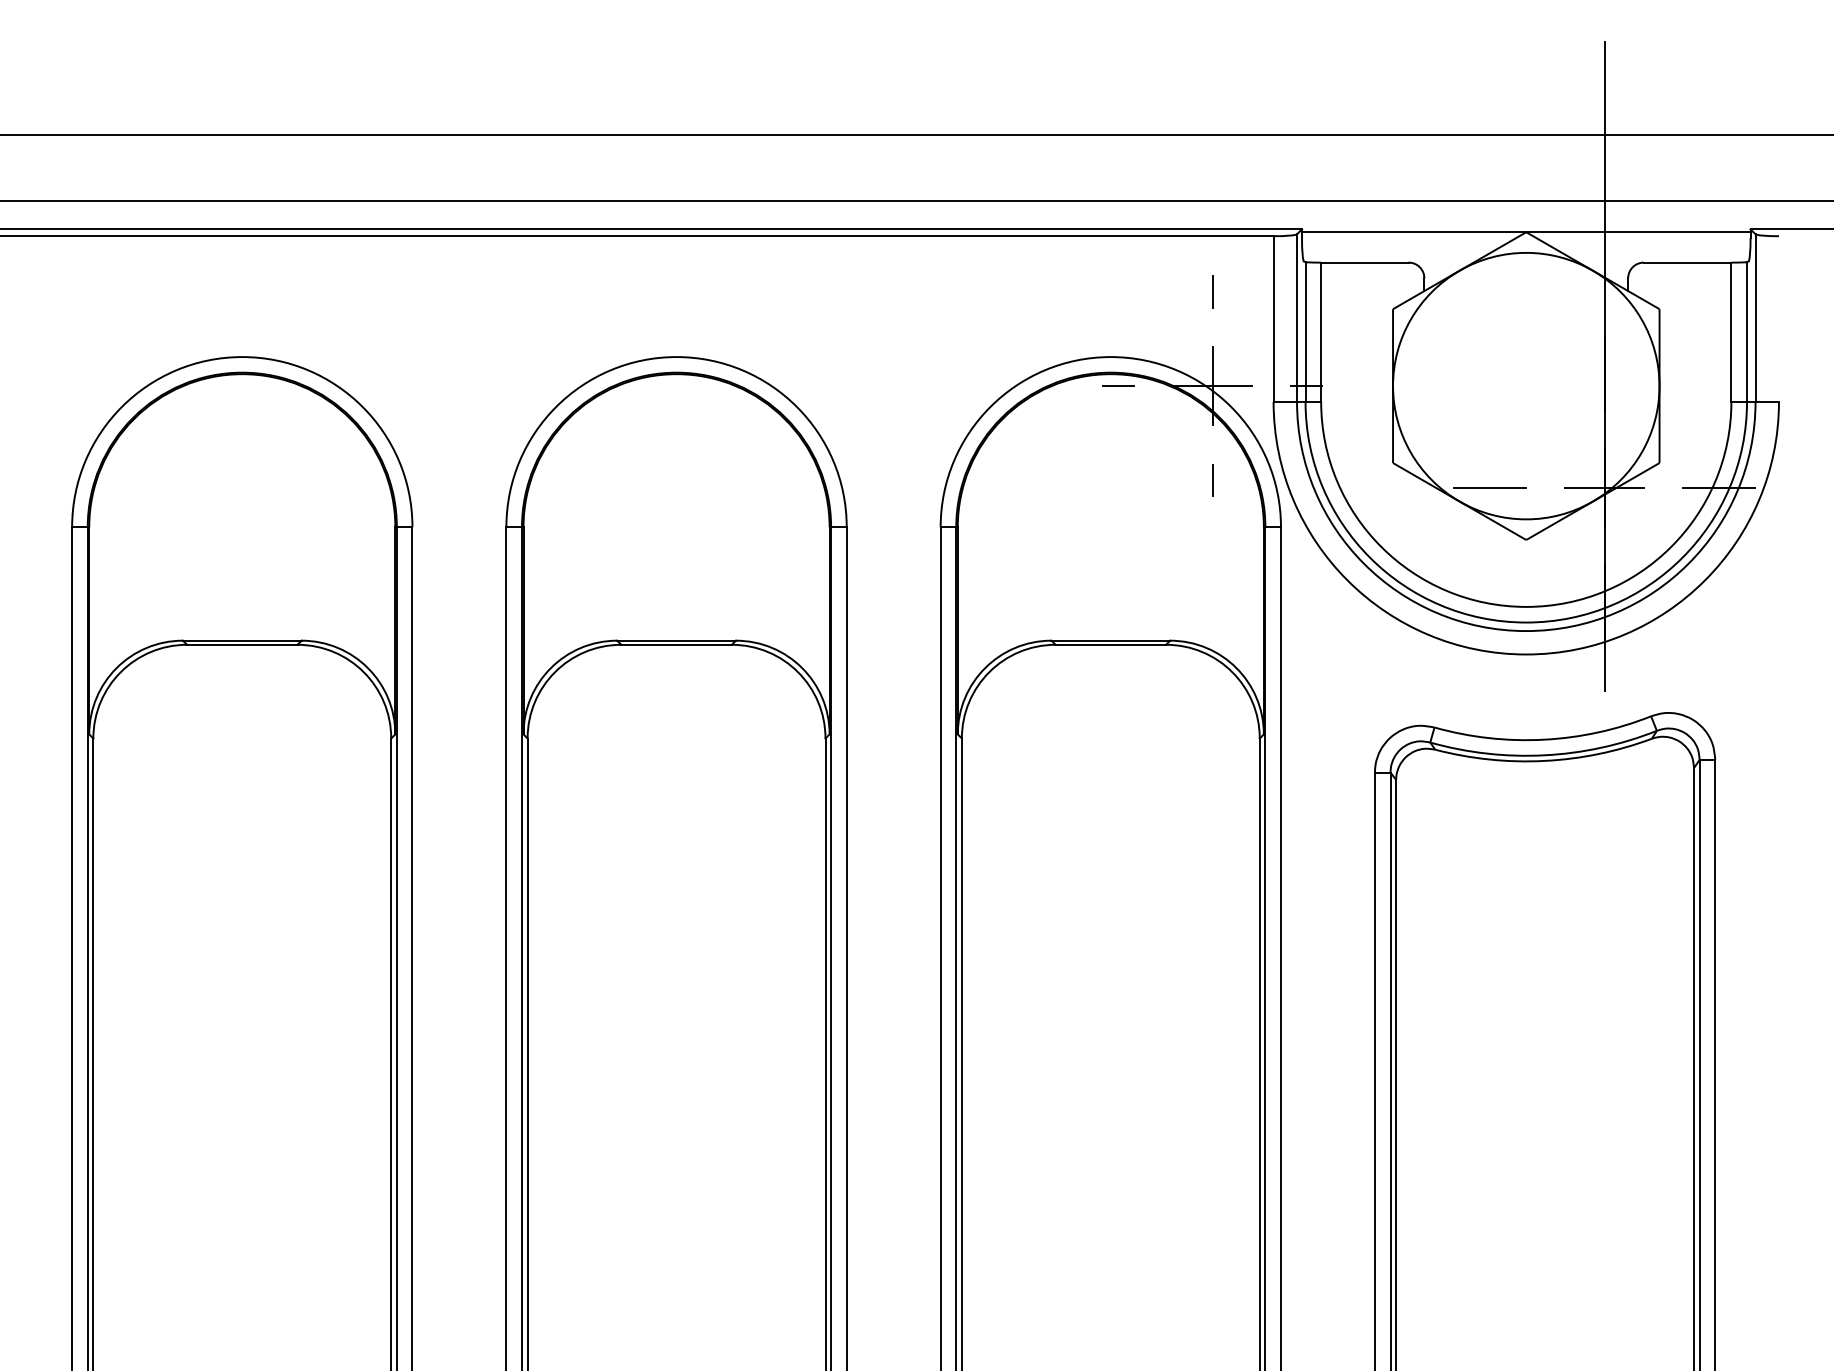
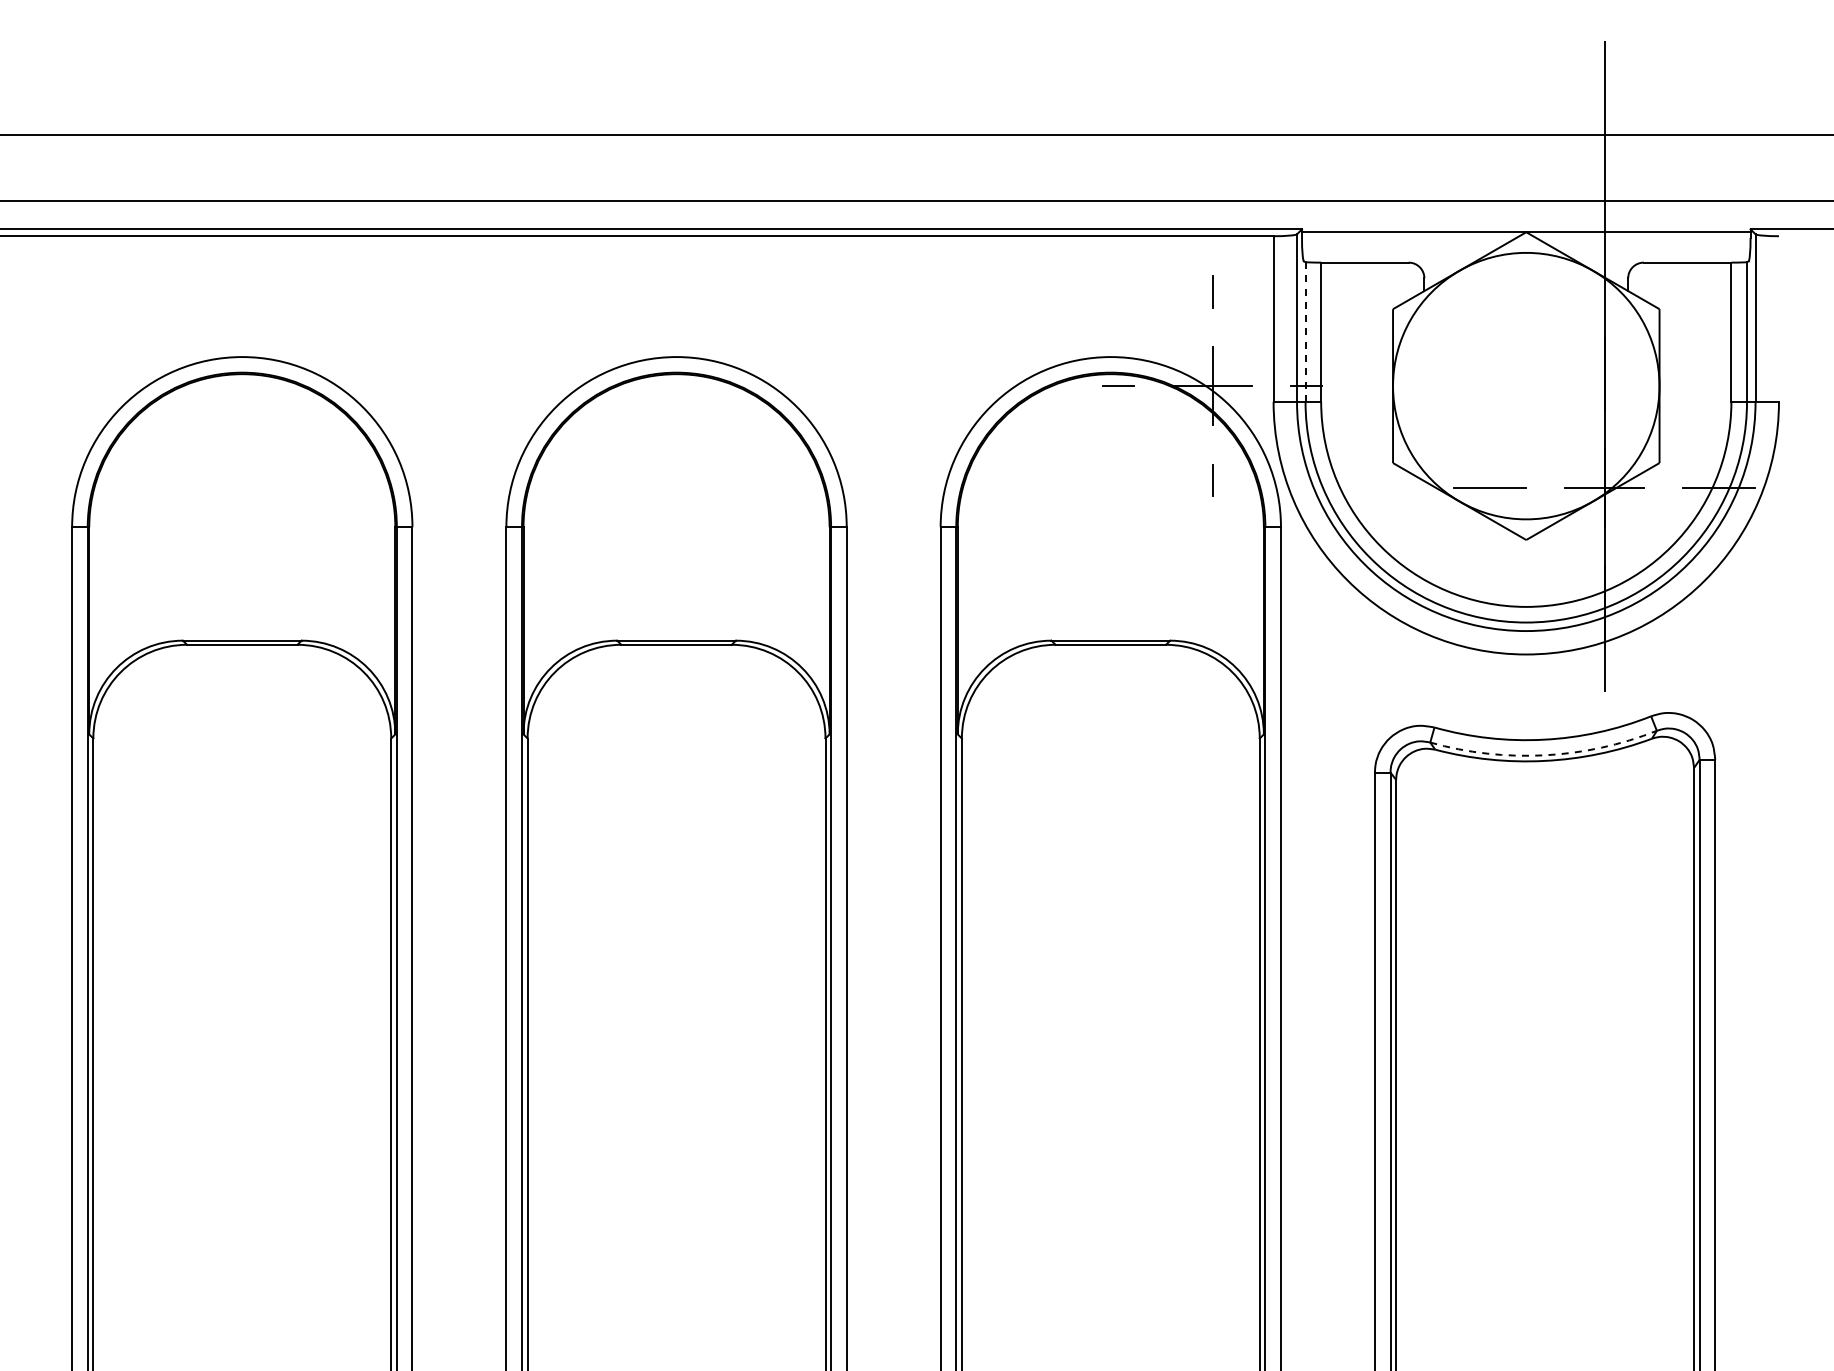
line at (1305, 331): solid -> dashed
arc at (1544, 755): solid -> dashed
